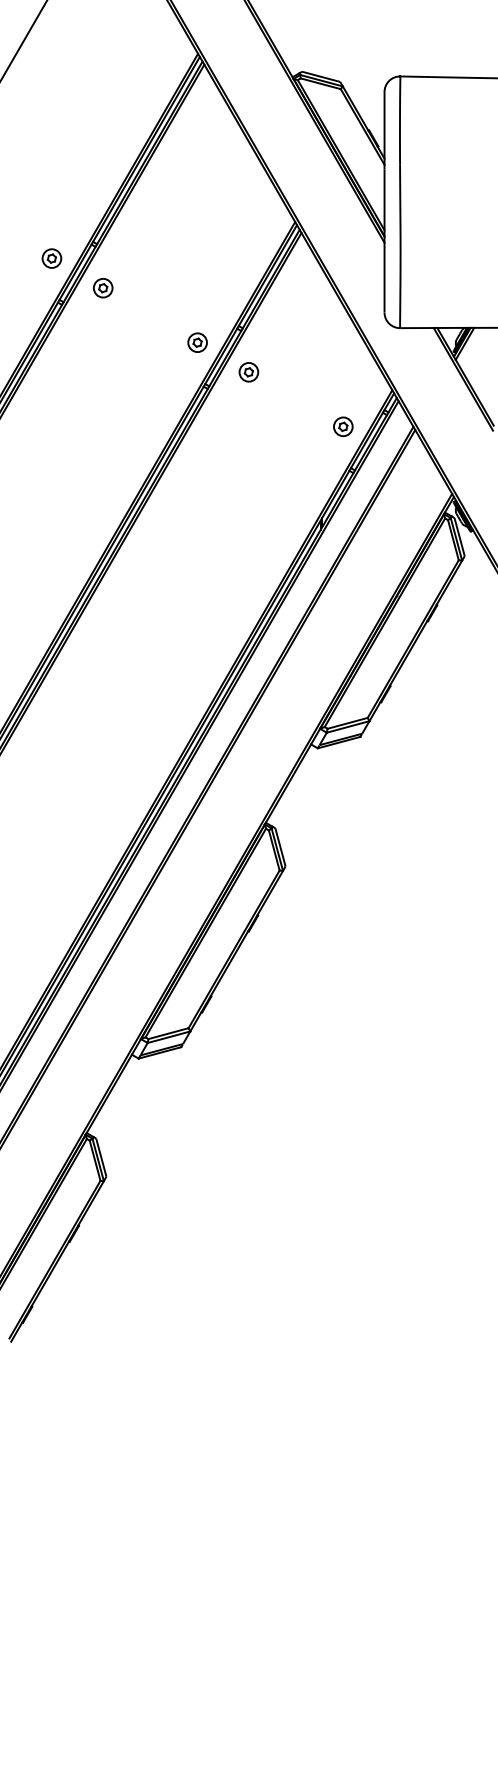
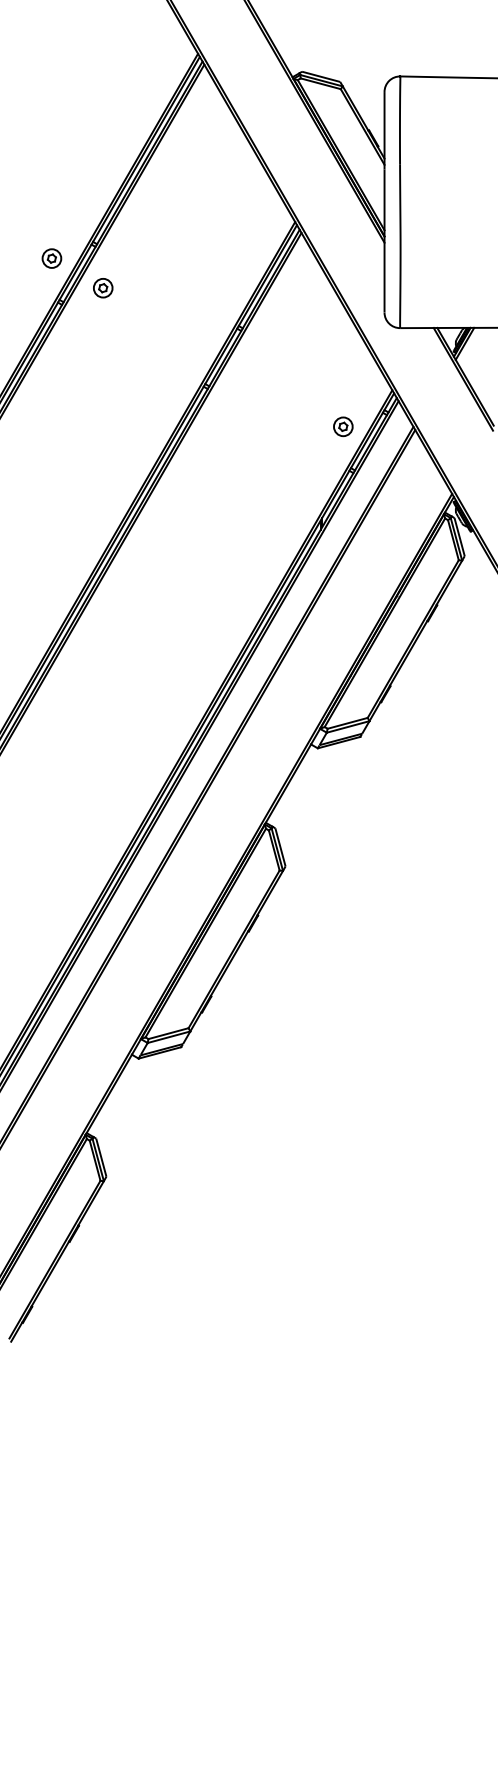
line at (24, 40): present -> none
part at (197, 342): present -> none
part at (248, 372): present -> none
